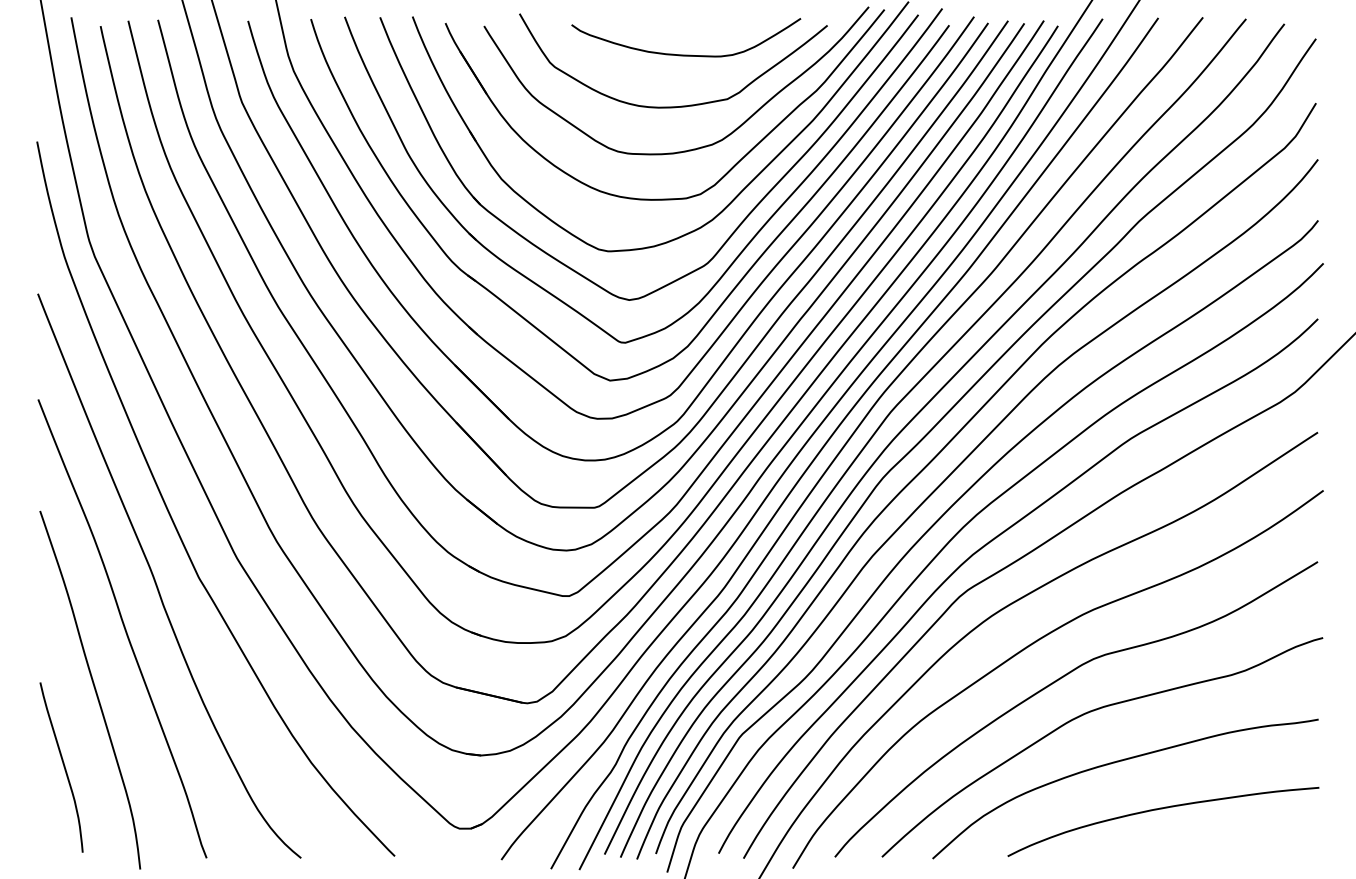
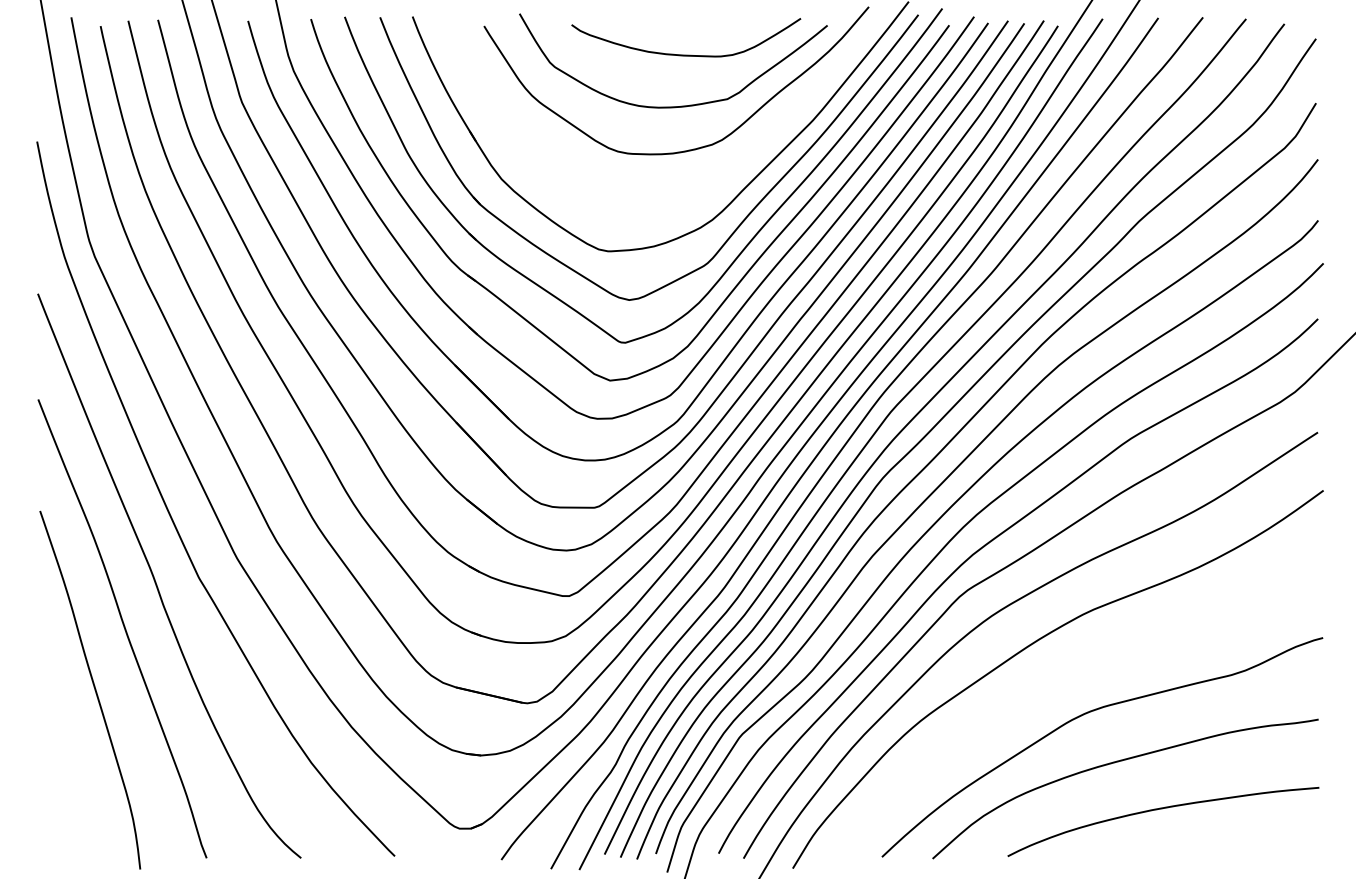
part at (729, 169): present -> none
curve at (1059, 680): present -> none
curve at (63, 767): present -> none
